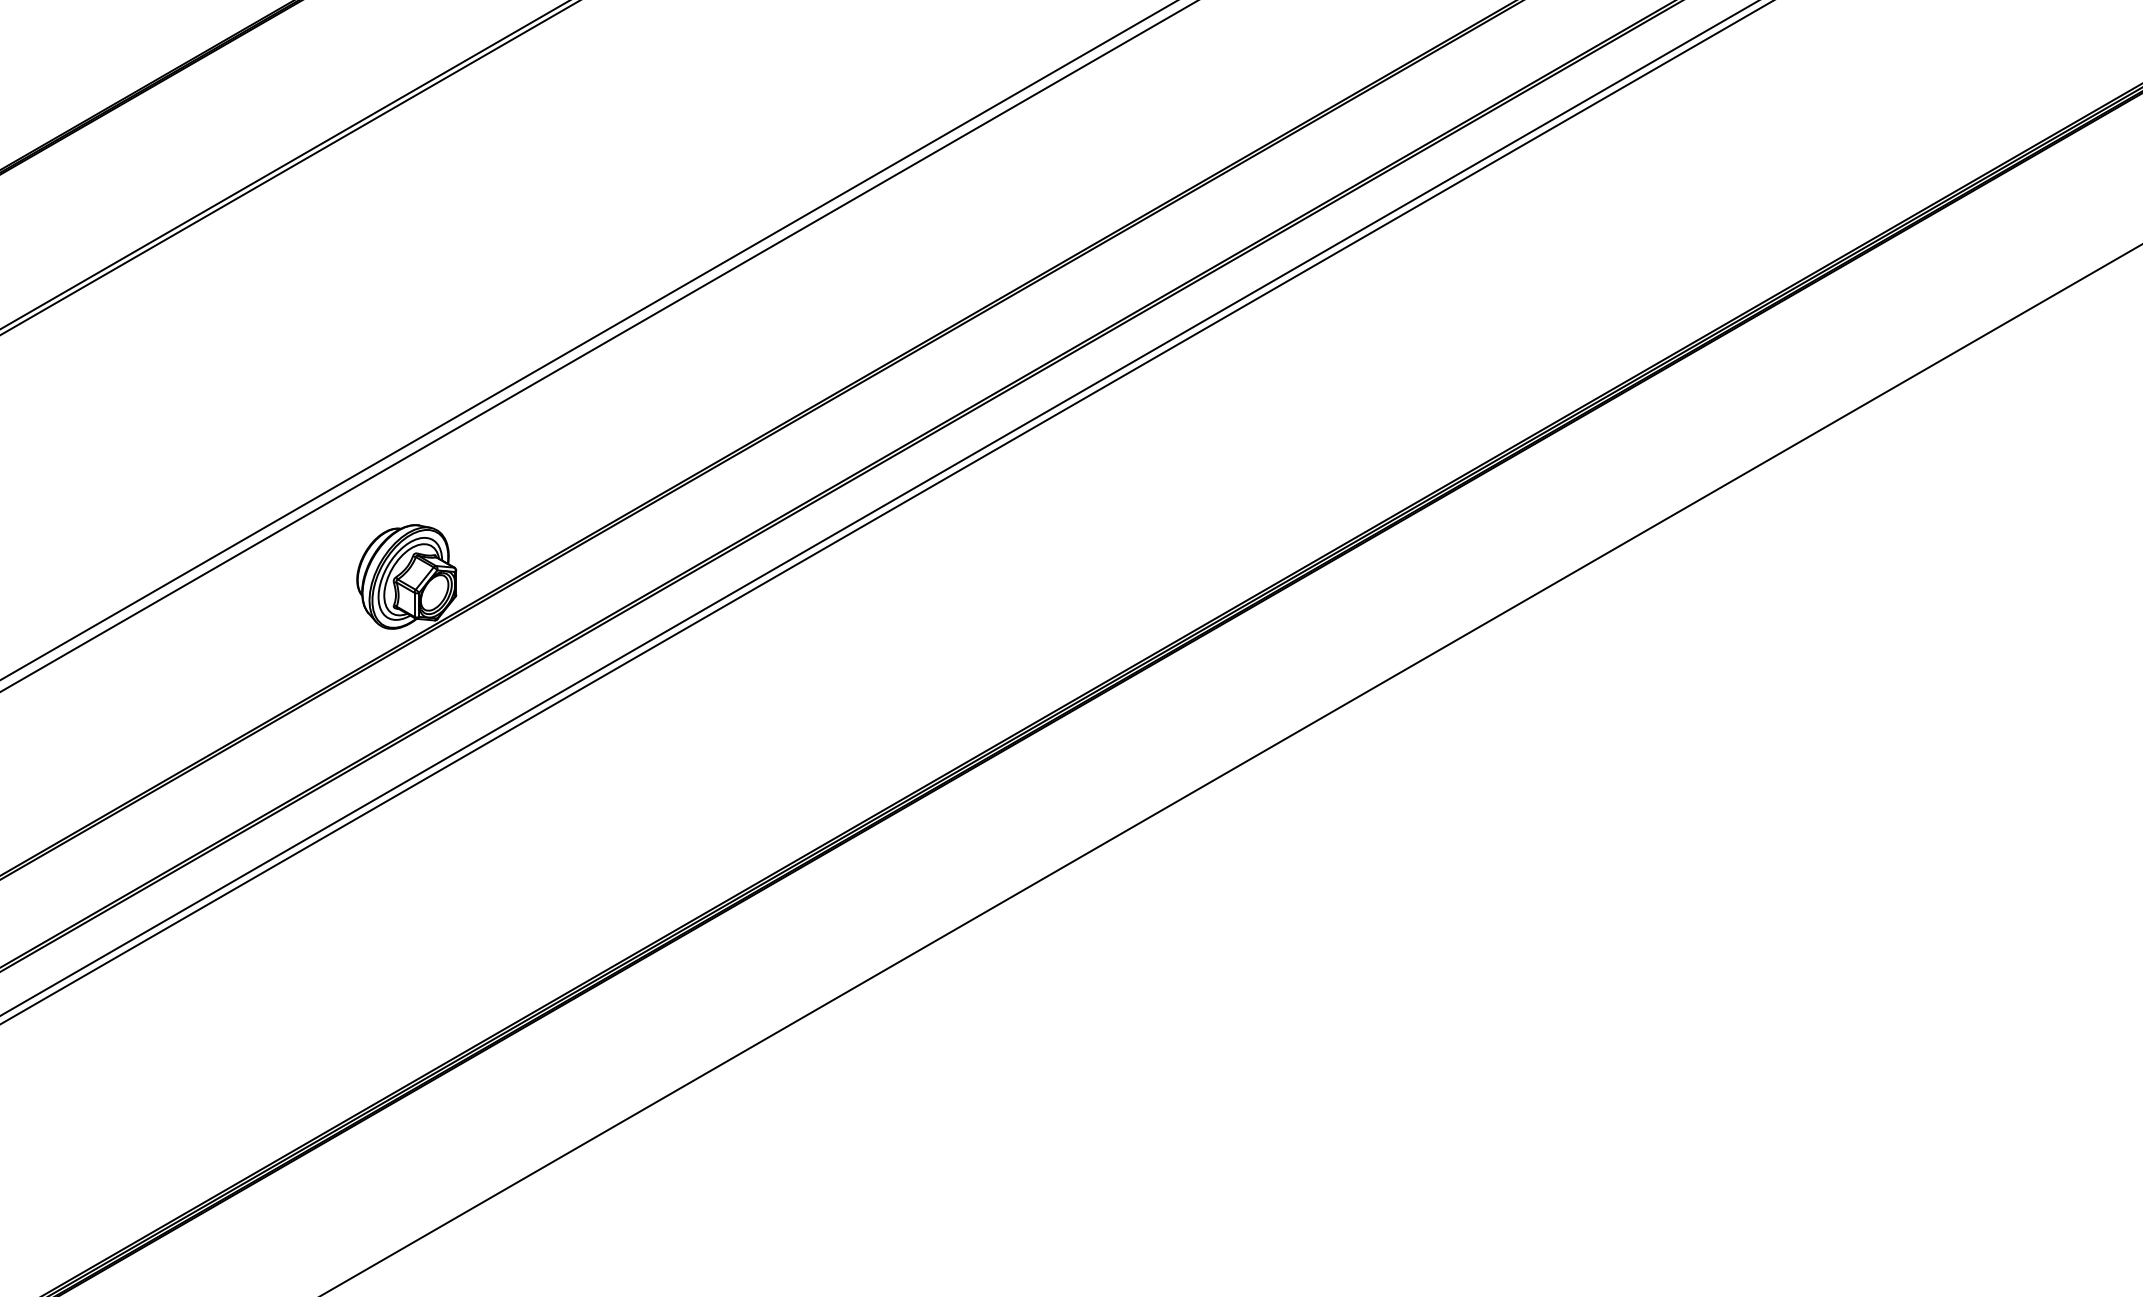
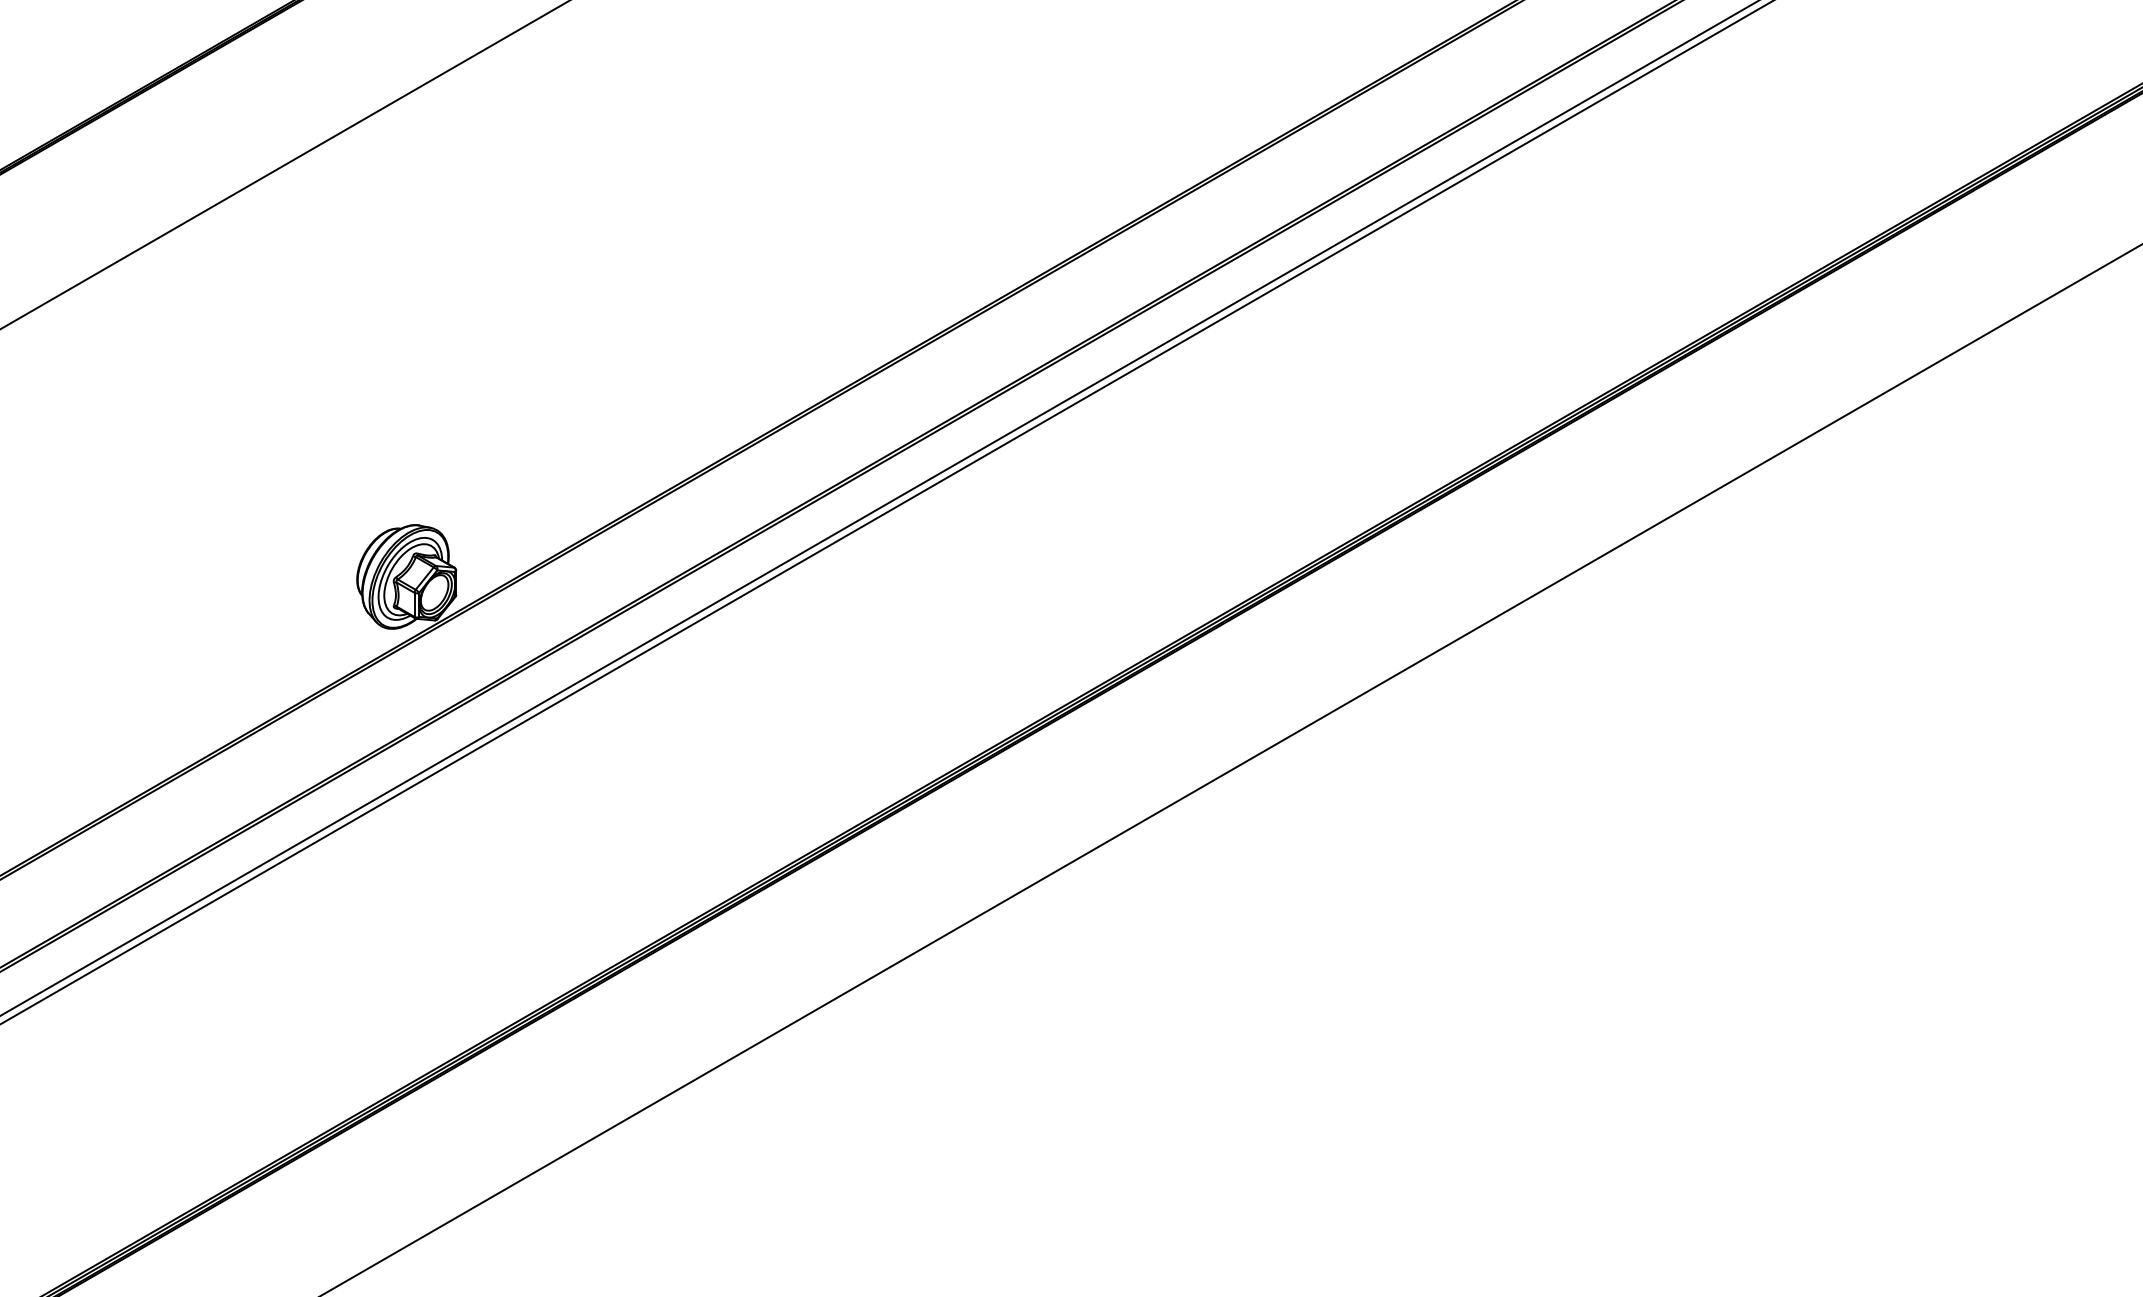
line at (289, 167): present -> none
line at (588, 340): present -> none
line at (598, 346): present -> none
